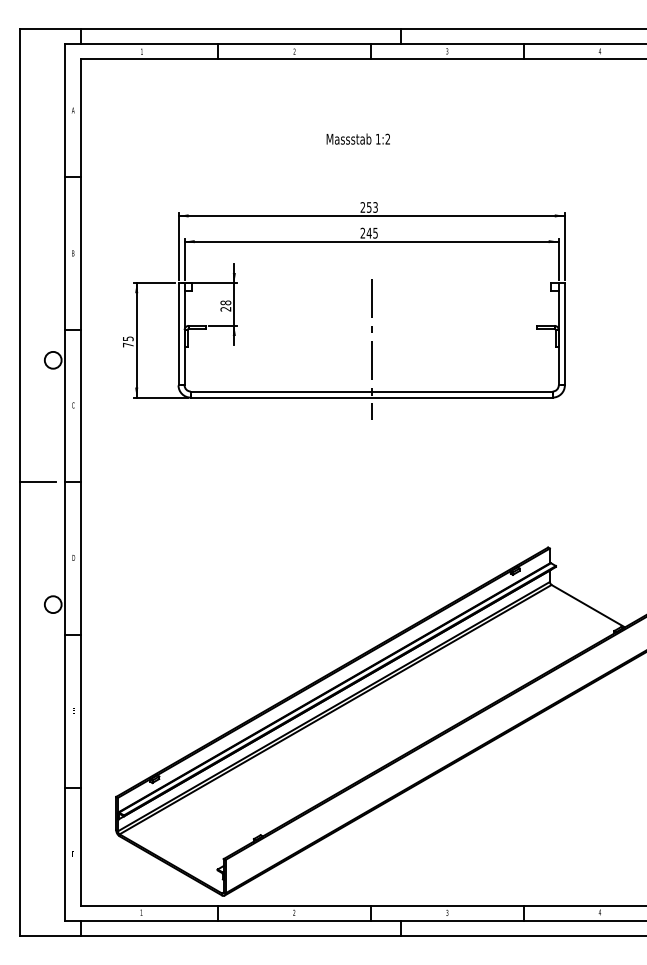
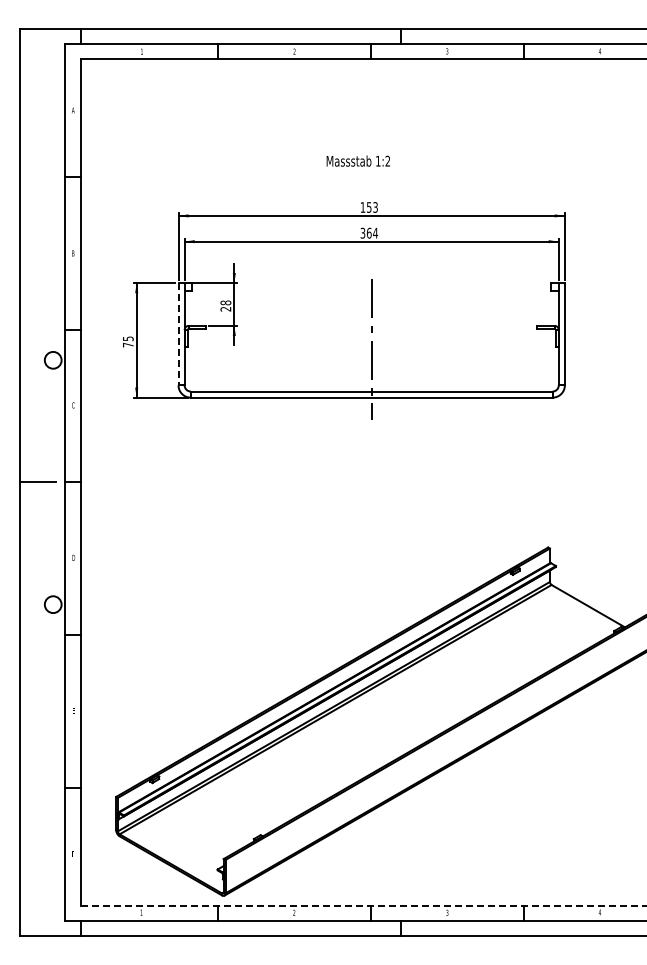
text at (357, 138) position: (357, 138) -> (357, 160)
text at (362, 207): 253 -> 153
text at (369, 232): 245 -> 364
line at (178, 334): solid -> dashed
line at (363, 905): solid -> dashed
